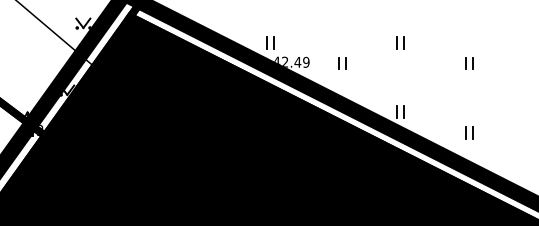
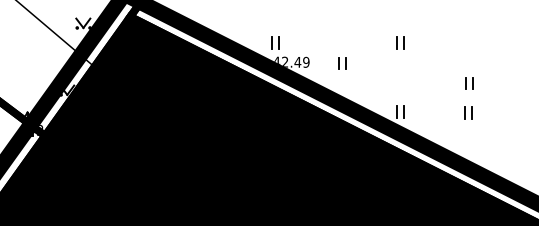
part at (270, 42) position: (270, 42) -> (275, 42)
part at (469, 63) position: (469, 63) -> (469, 83)
part at (469, 132) position: (469, 132) -> (468, 112)
